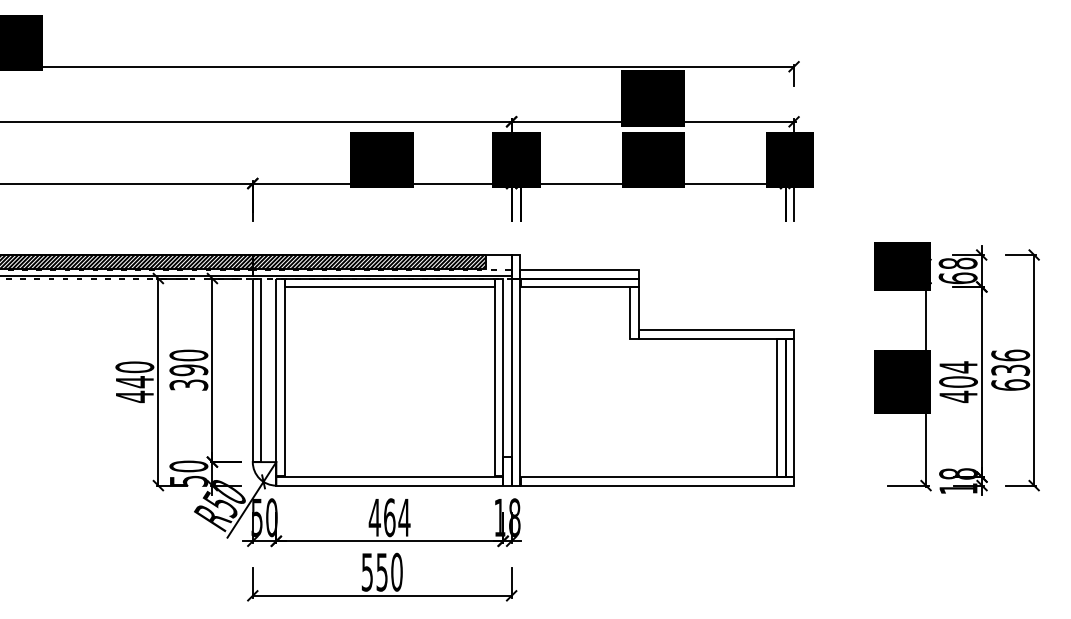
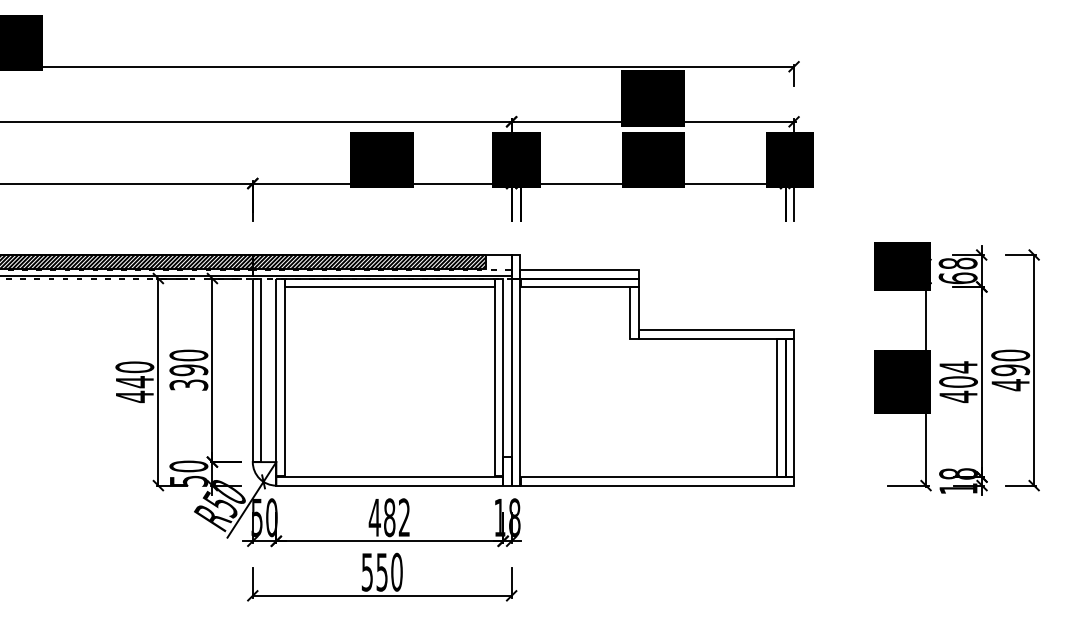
text at (1010, 370): 636 -> 490
text at (397, 517): 464 -> 482
